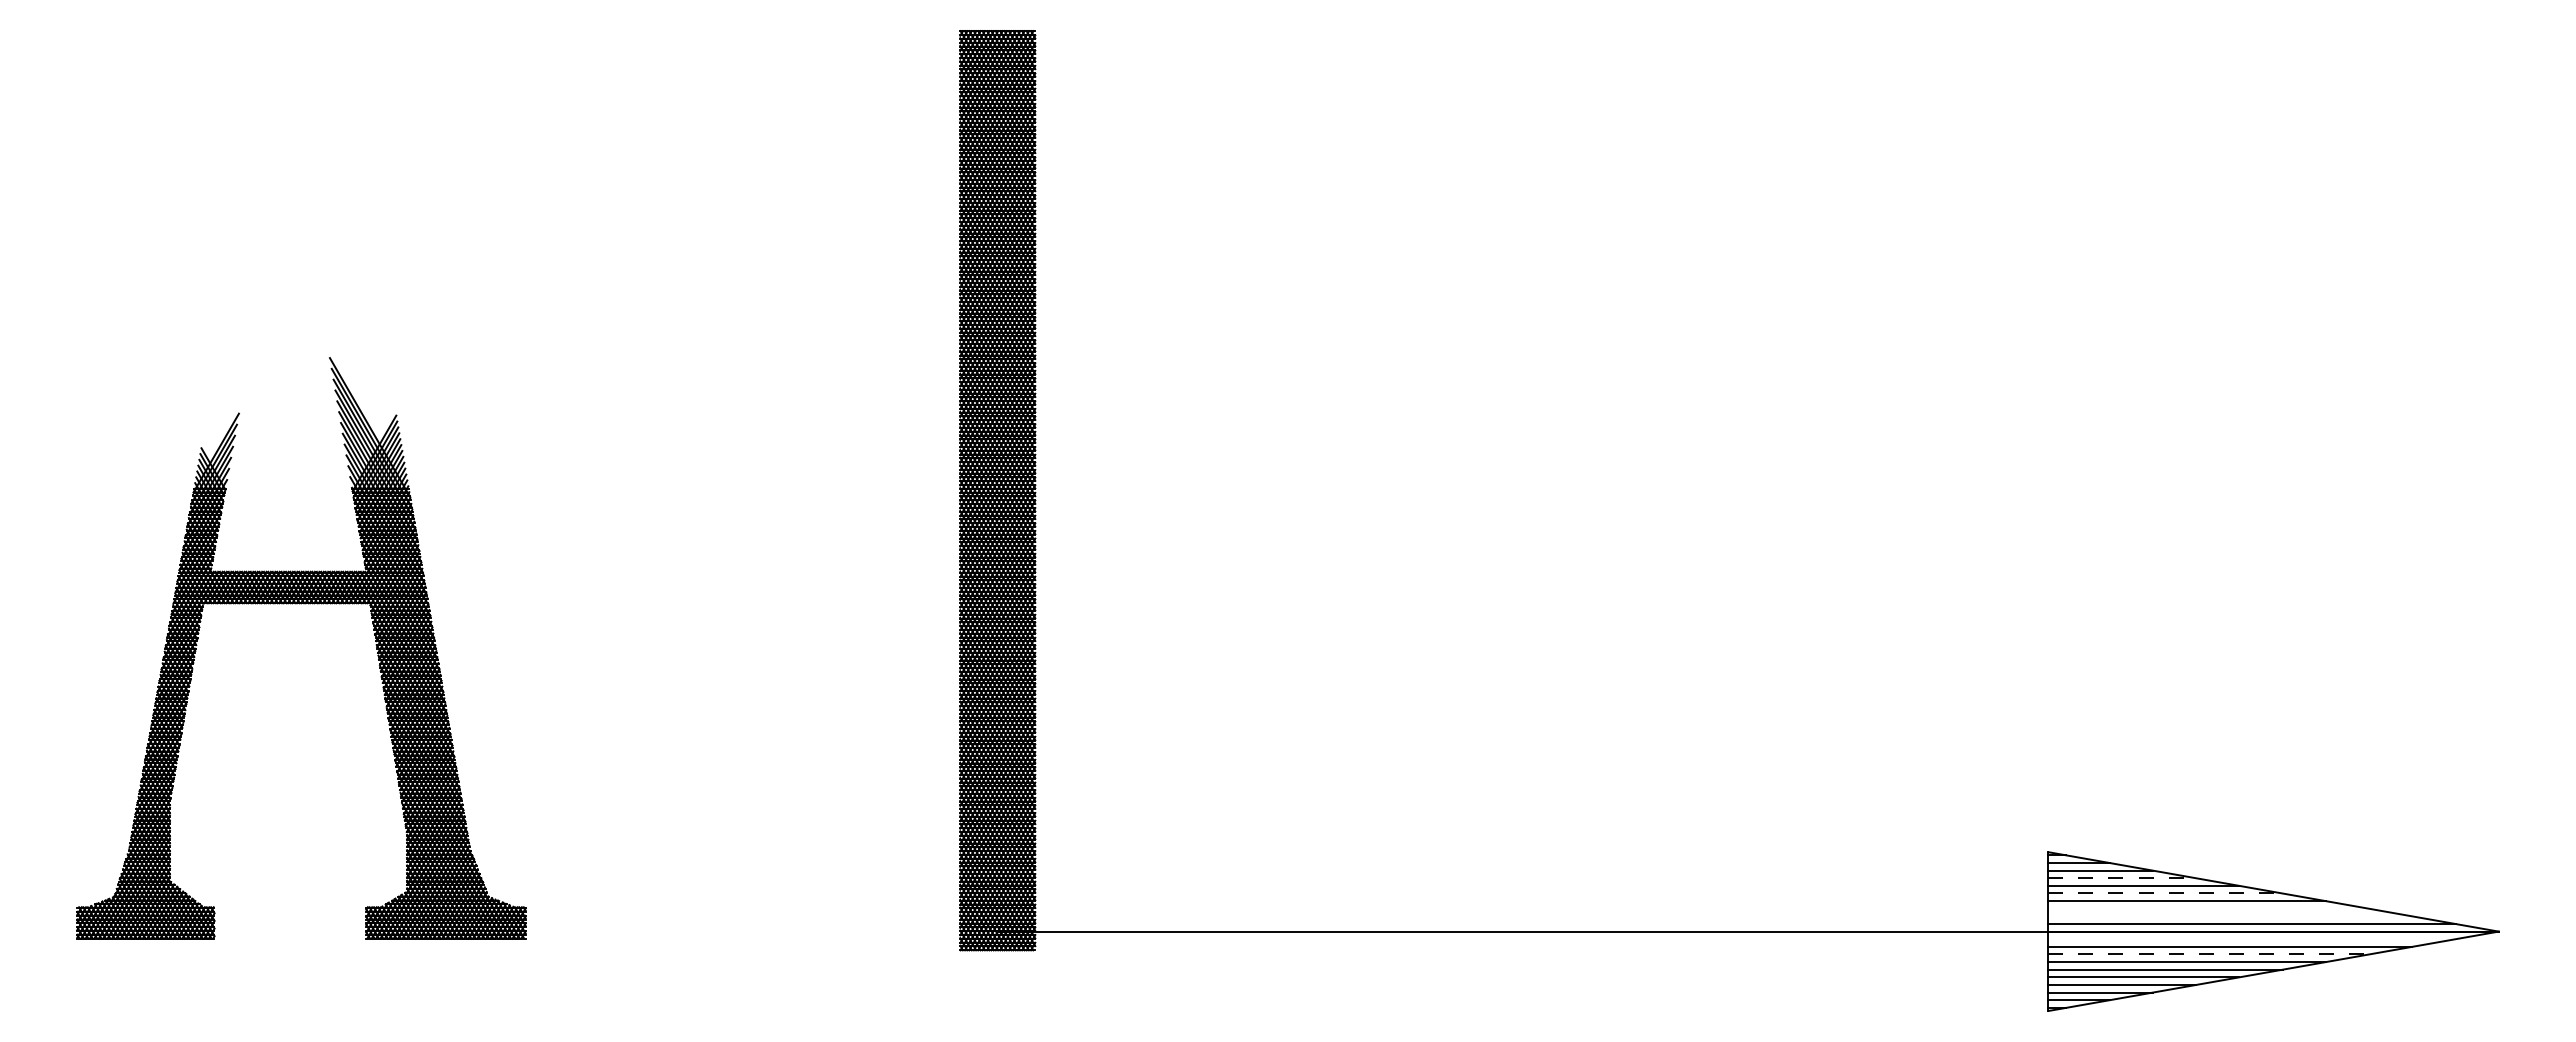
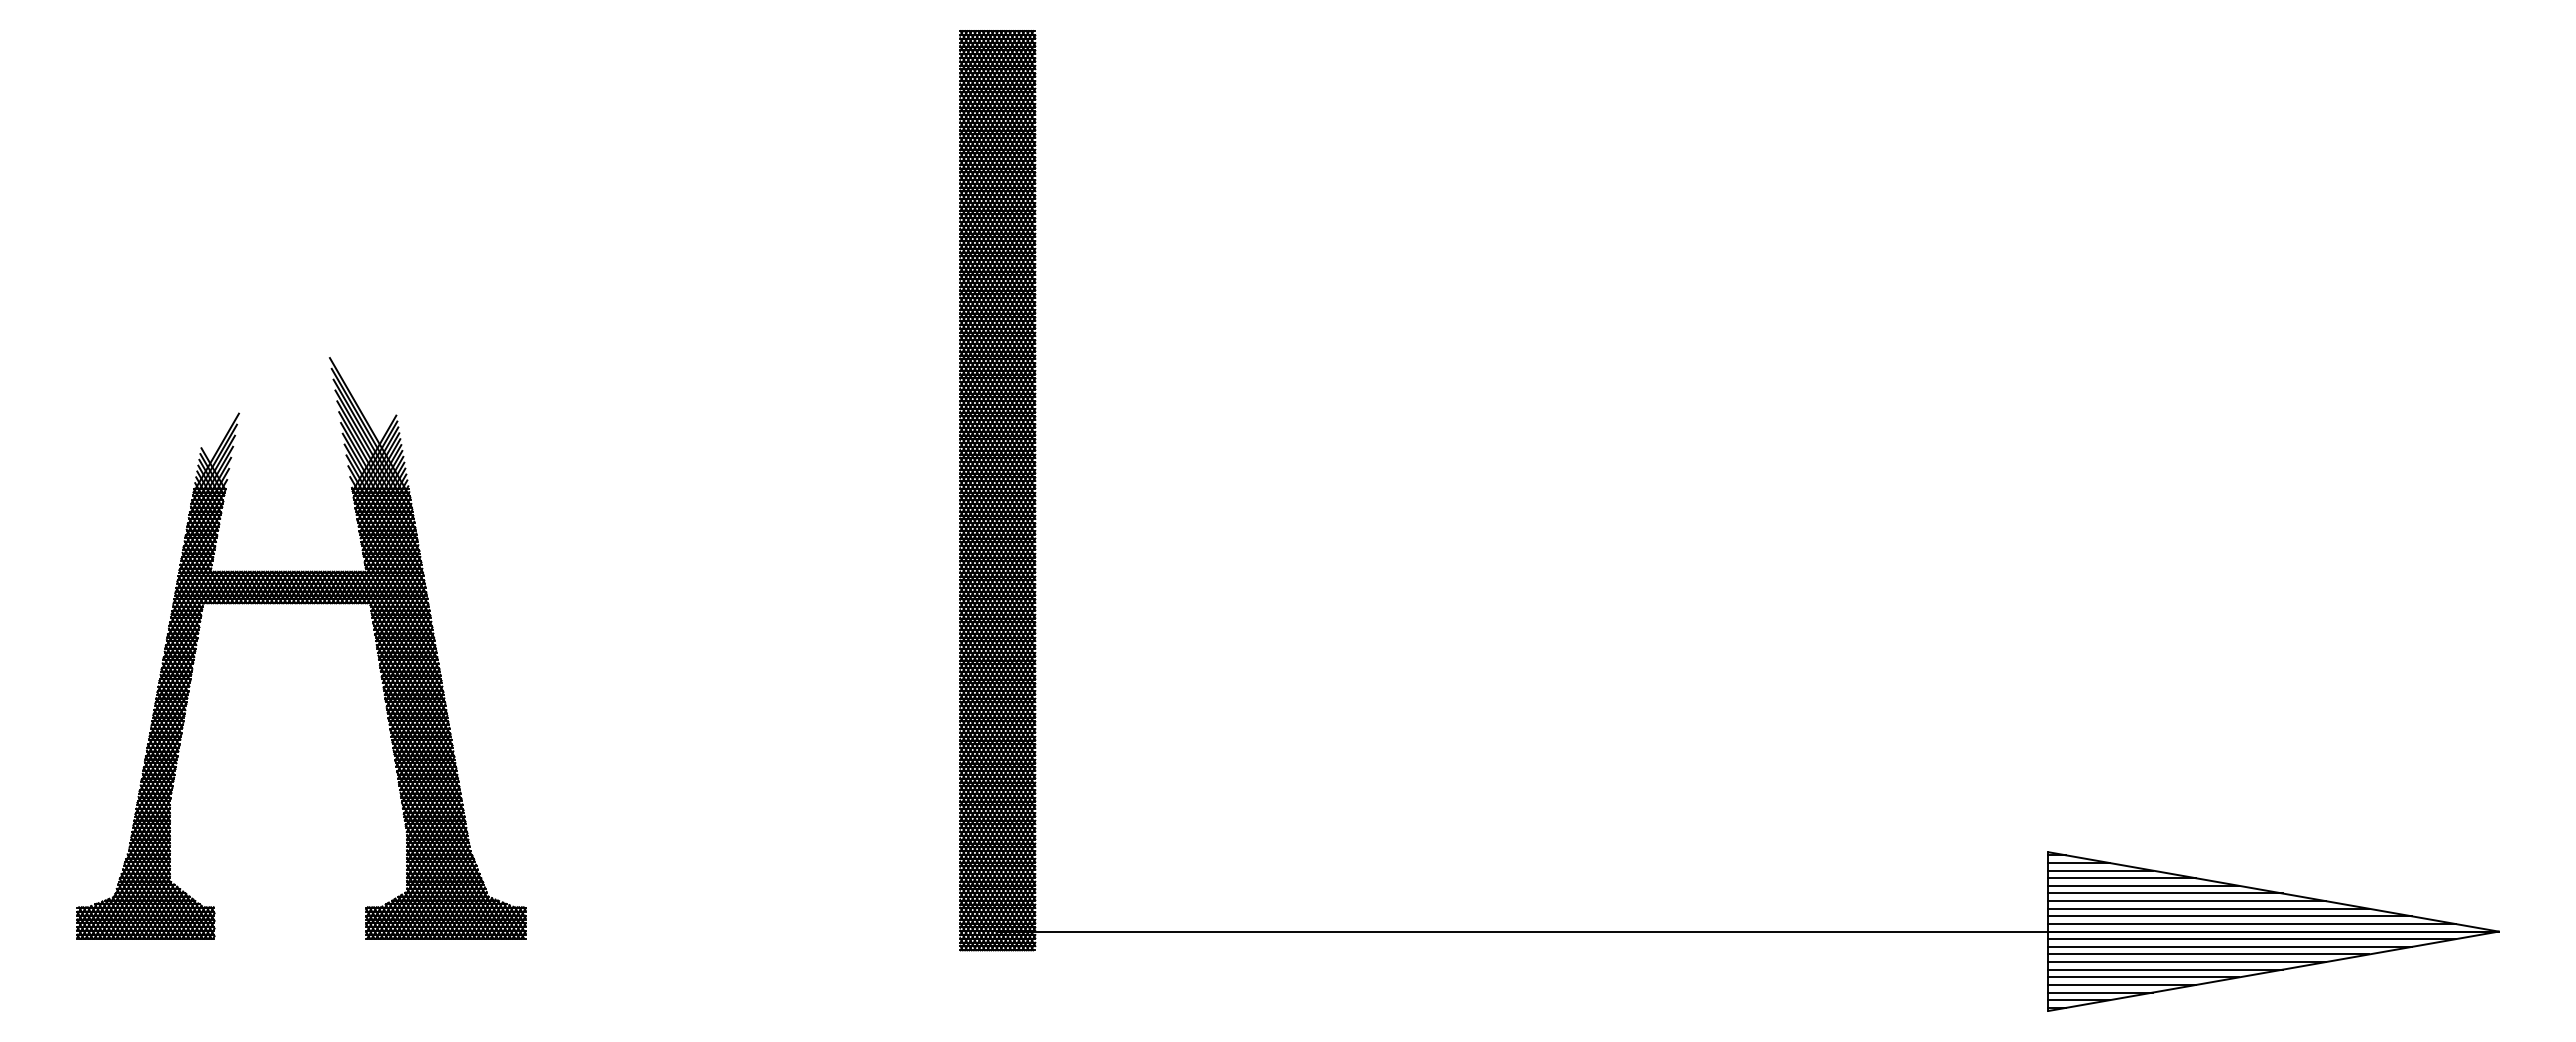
line at (2122, 878): dashed -> solid
line at (2166, 893): dashed -> solid
line at (2208, 908): none -> present
line at (2230, 916): none -> present
line at (2251, 939): none -> present
line at (2209, 954): dashed -> solid
